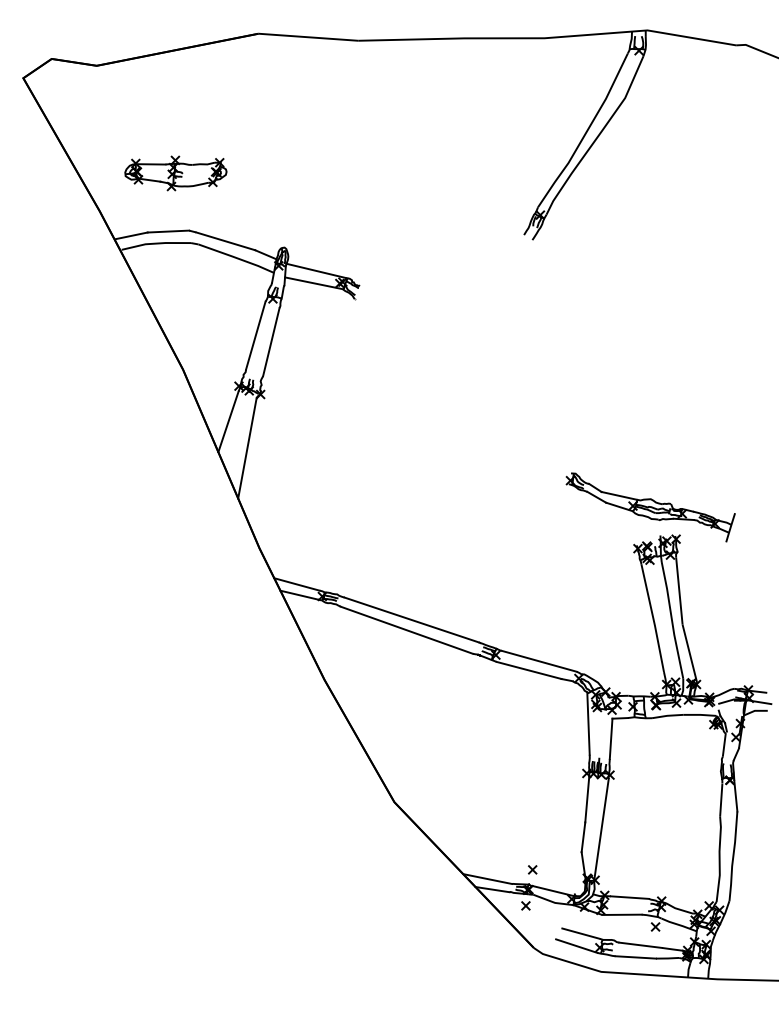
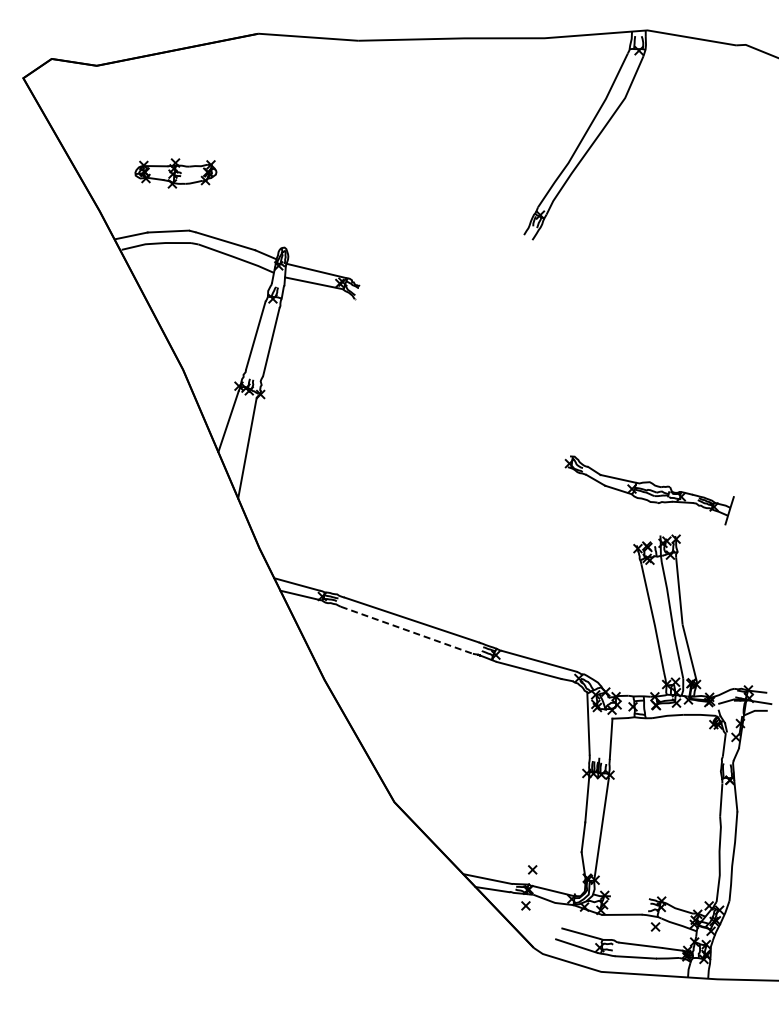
part at (175, 173) size: 104x37 px -> 84x31 px
part at (650, 507) position: (650, 507) -> (649, 490)
line at (407, 630): solid -> dashed
line at (629, 897): present -> none
